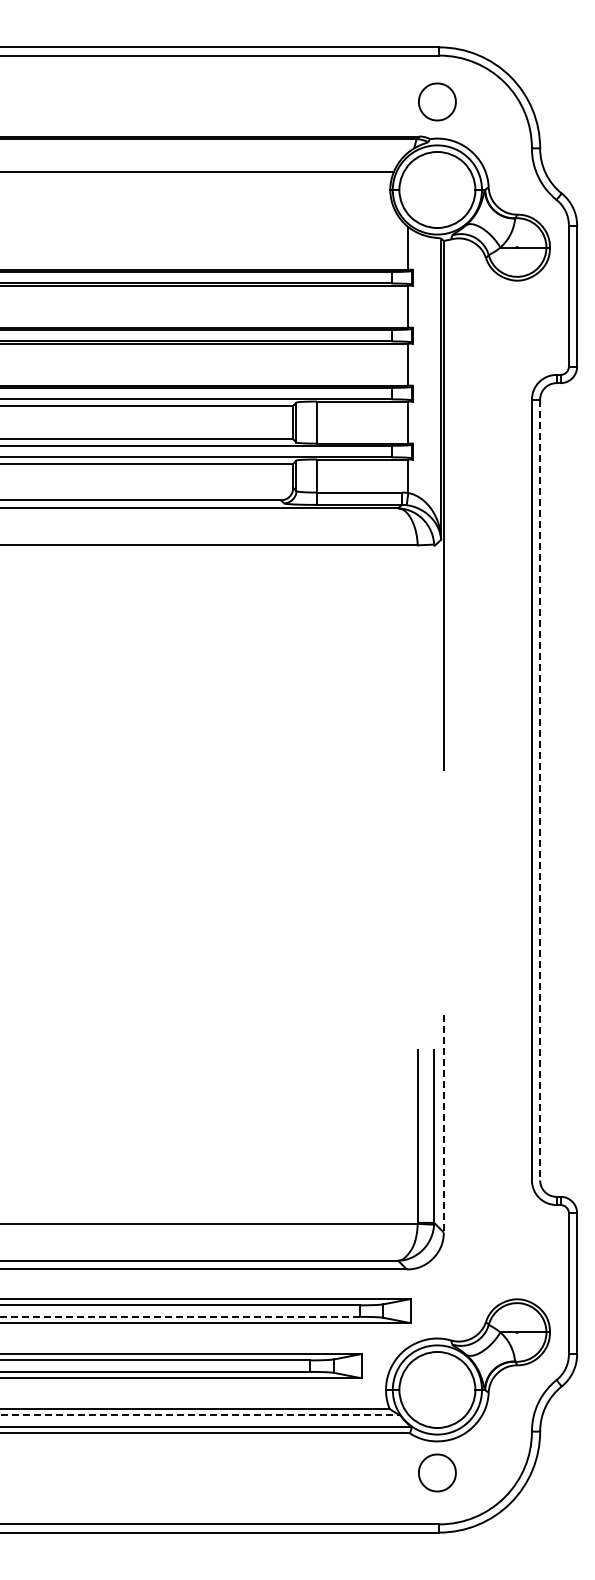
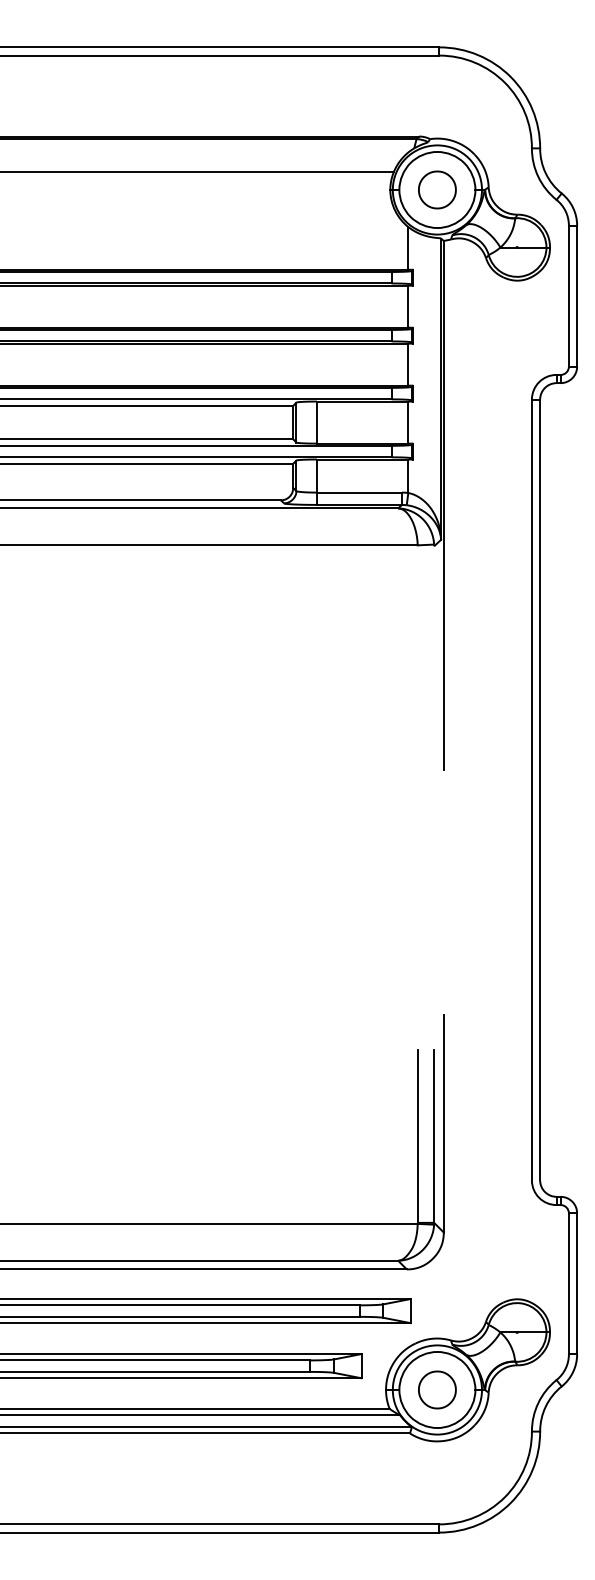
part at (437, 101) position: (437, 101) -> (437, 189)
line at (540, 790): dashed -> solid
line at (443, 1124): dashed -> solid
line at (179, 1316): dashed -> solid
line at (200, 1415): dashed -> solid
part at (437, 1472) position: (437, 1472) -> (437, 1389)
